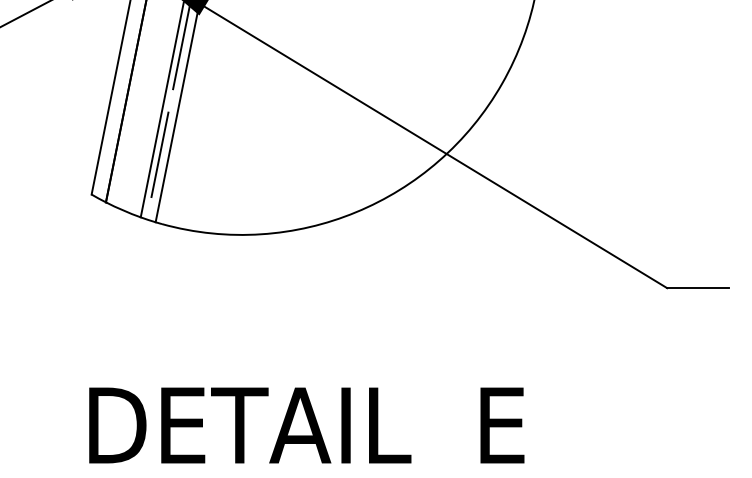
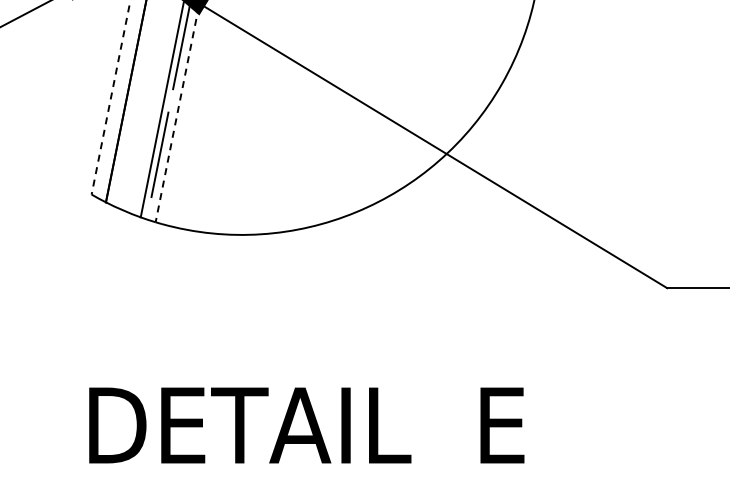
line at (111, 97): solid -> dashed
line at (177, 111): solid -> dashed
